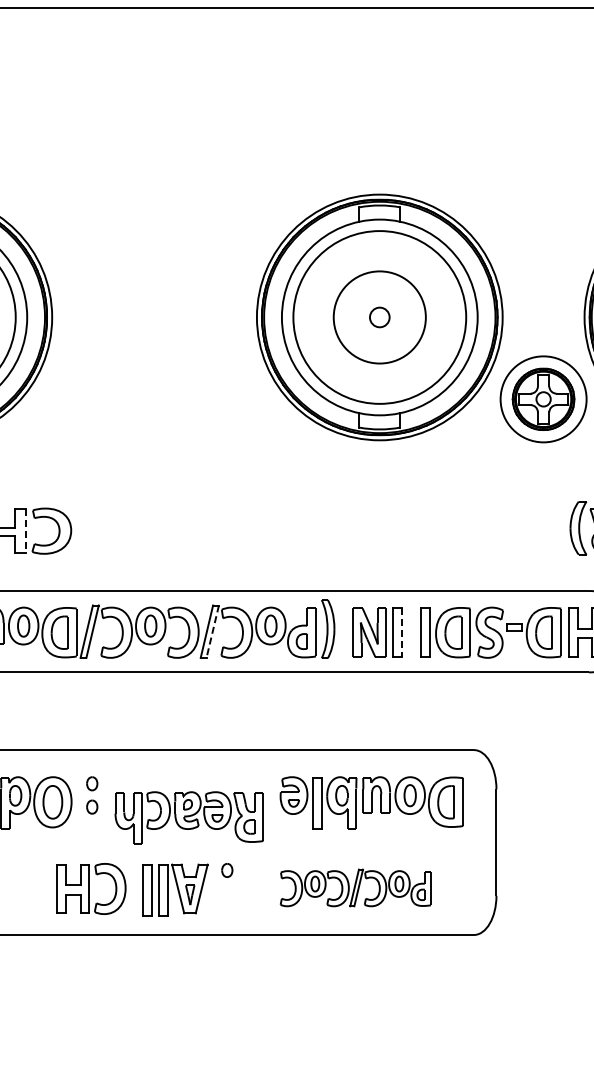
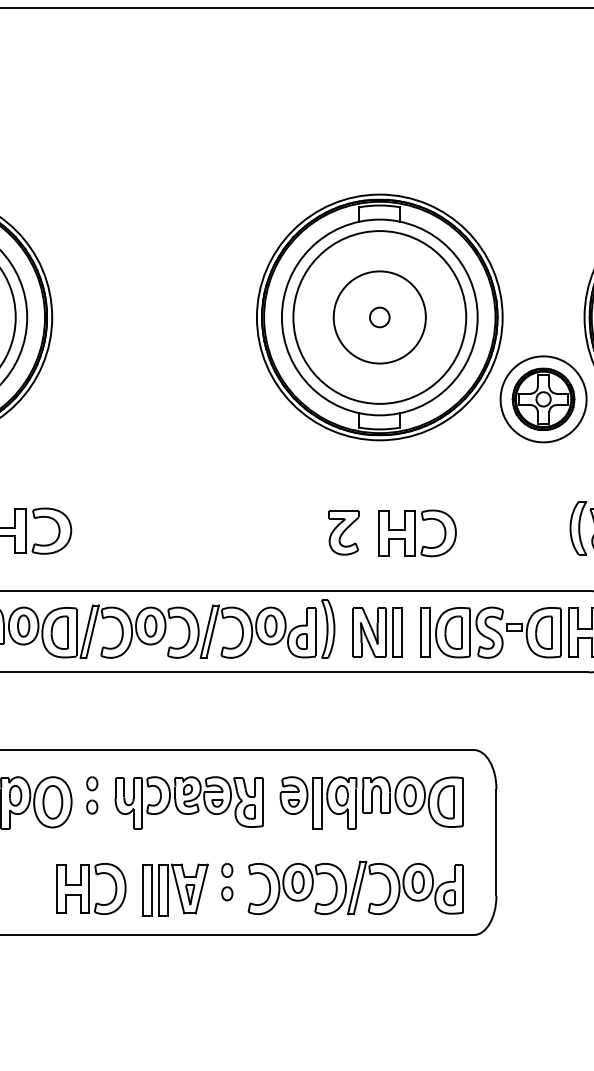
line at (25, 531): dashed -> solid
part at (343, 532): none -> present
part at (417, 533): none -> present
line at (212, 631): dashed -> solid
line at (402, 633): dashed -> solid
part at (188, 817) position: (188, 817) -> (188, 802)
part at (355, 887) size: 153x40 px -> 217x56 px
part at (227, 893): none -> present
